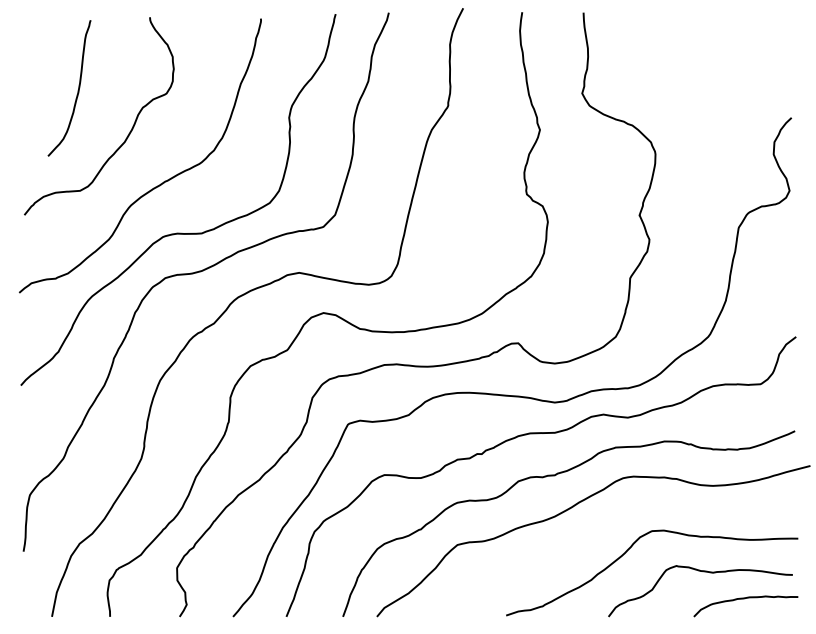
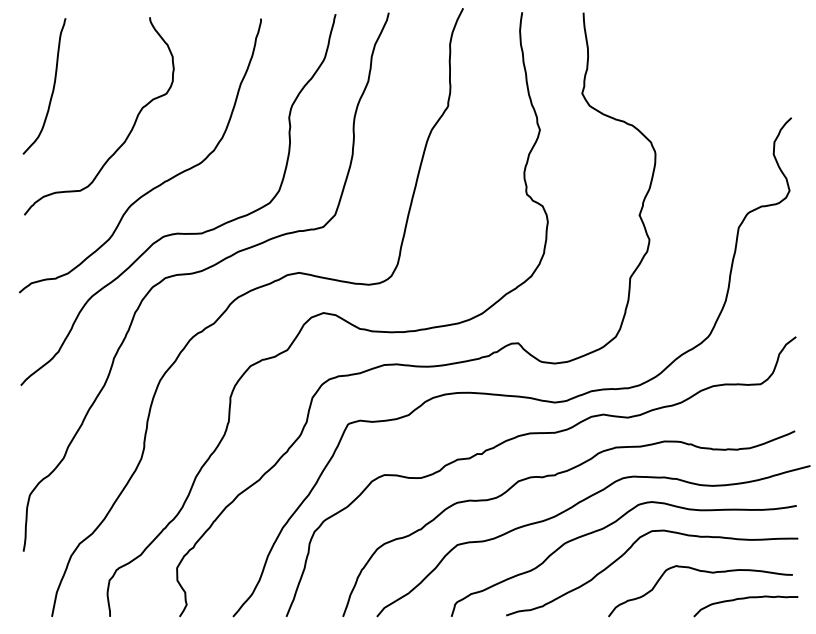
curve at (77, 90) position: (77, 90) -> (52, 88)
curve at (607, 527): none -> present
